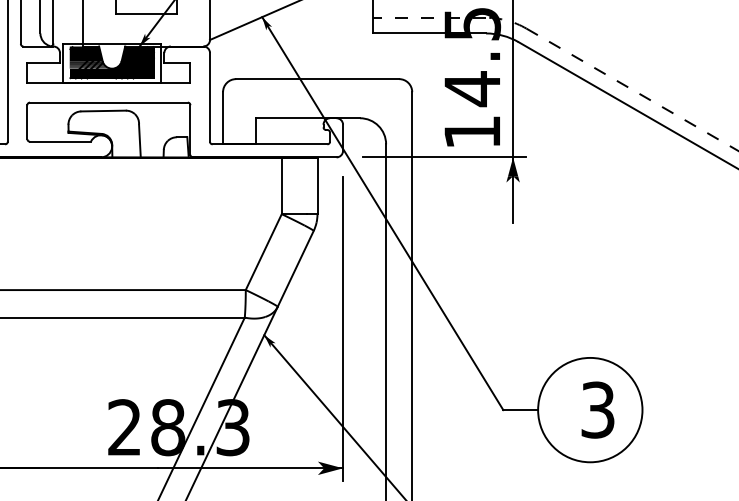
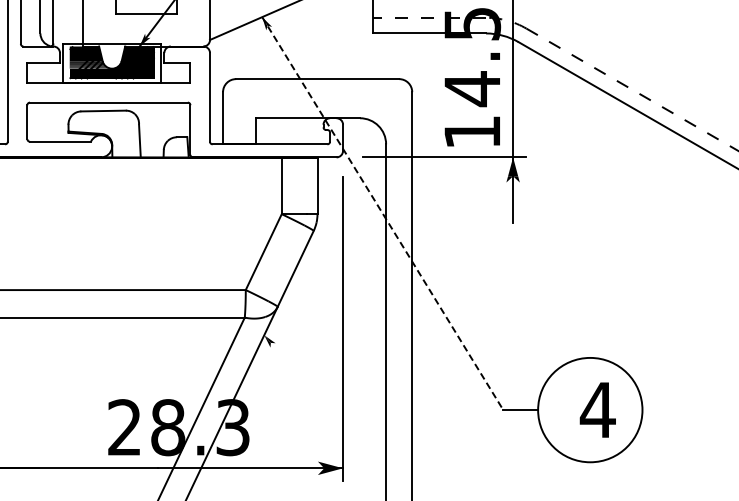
line at (382, 213): solid -> dashed
text at (597, 409): 3 -> 4
line at (334, 416): present -> none
